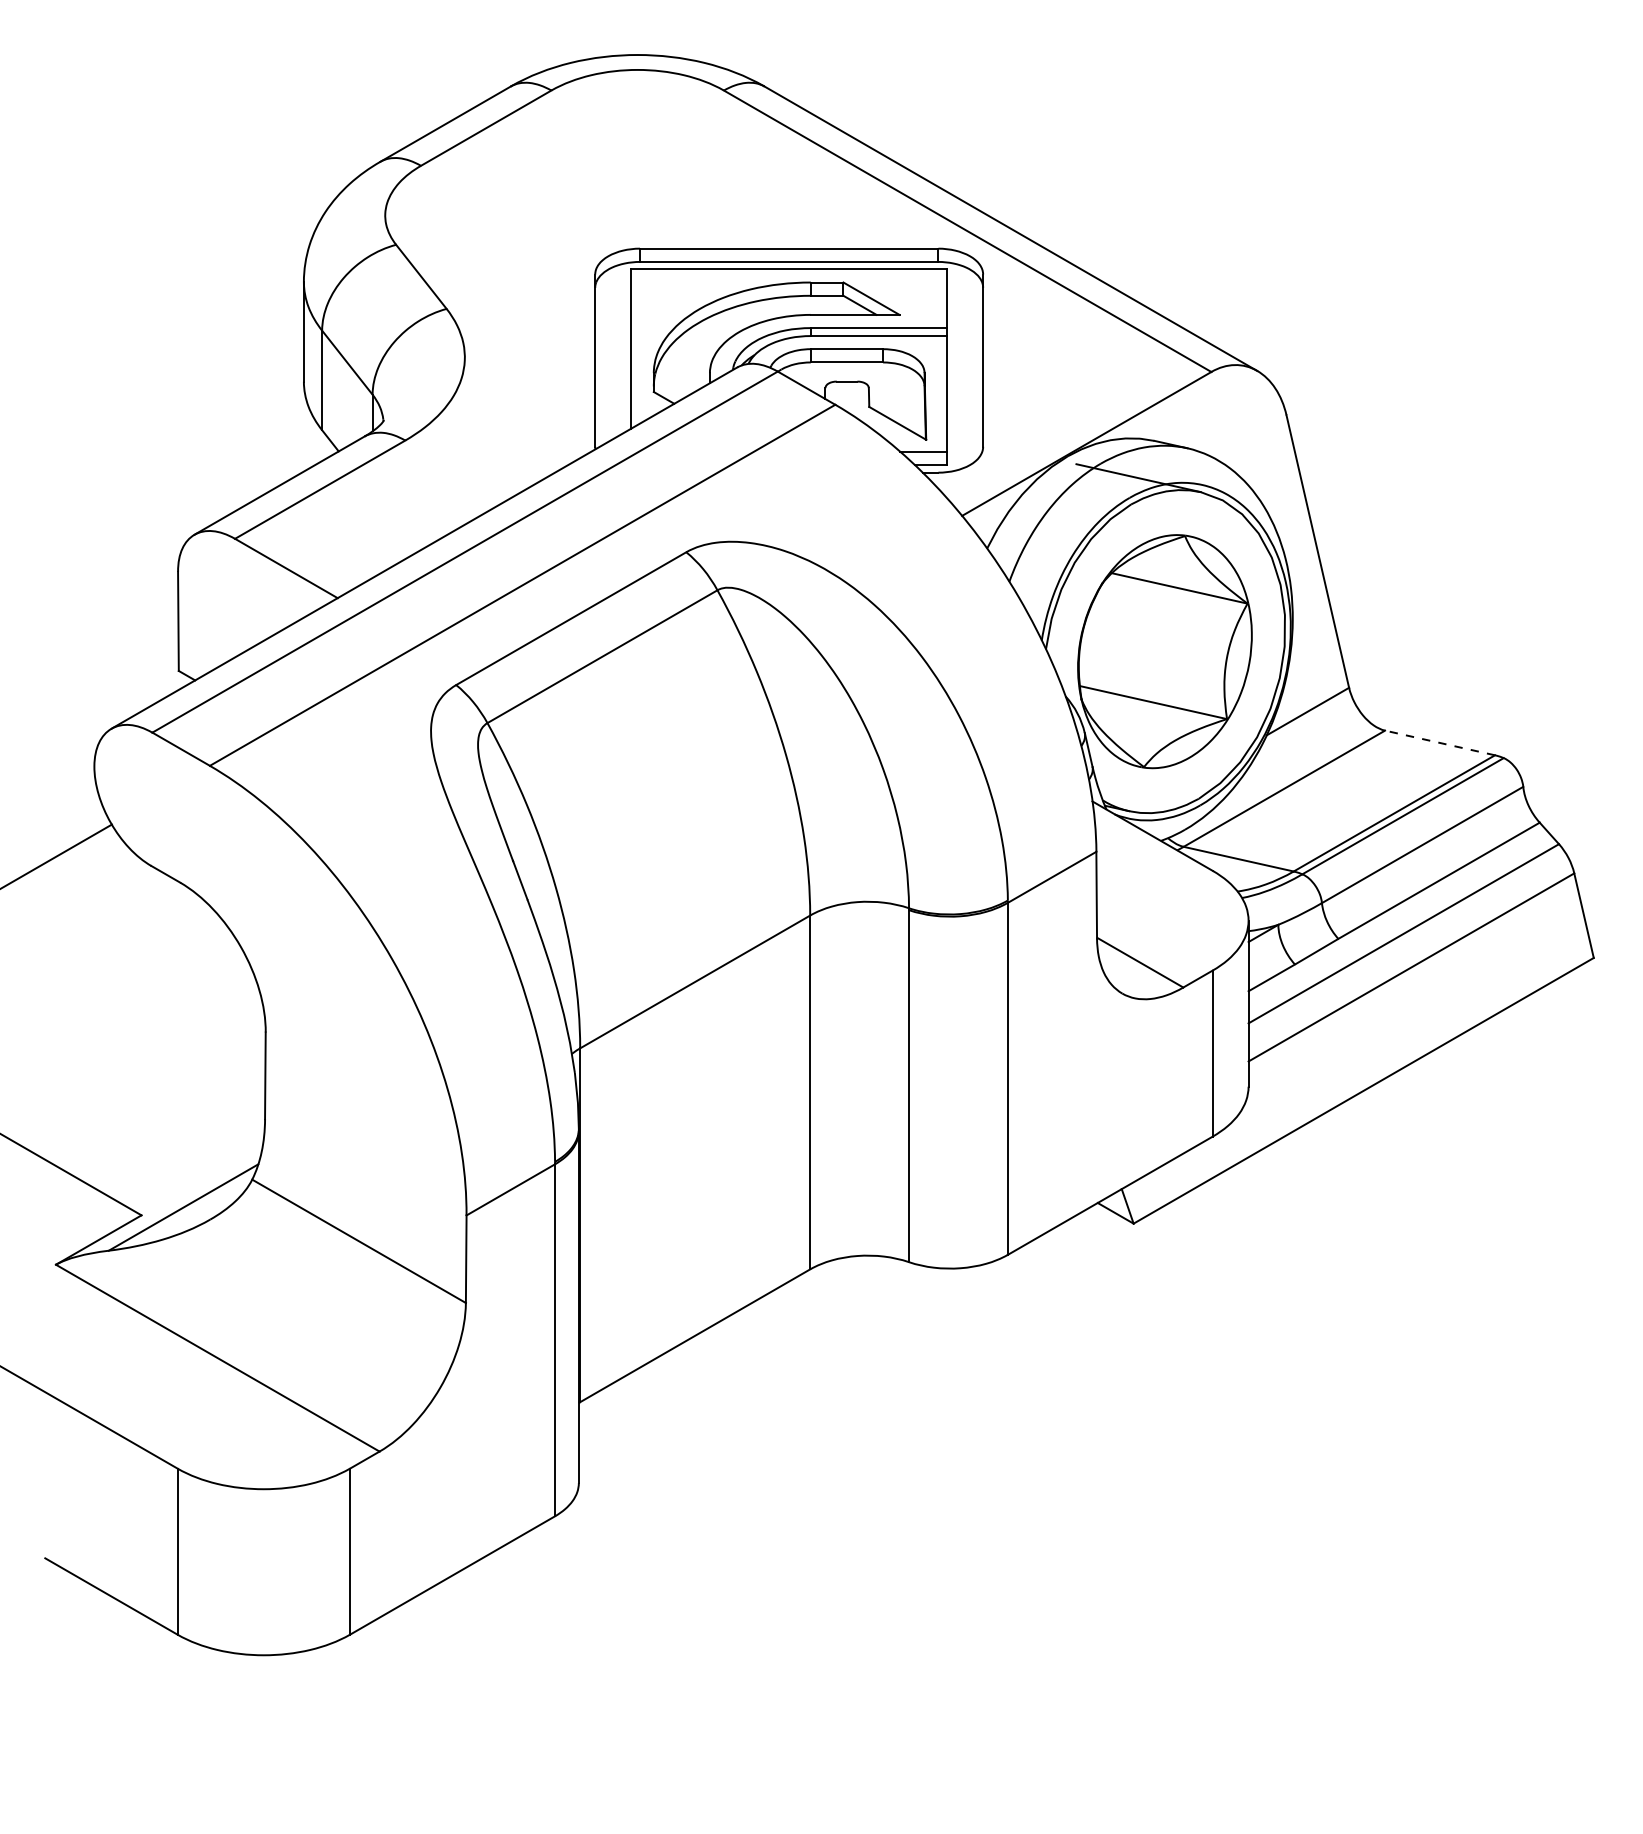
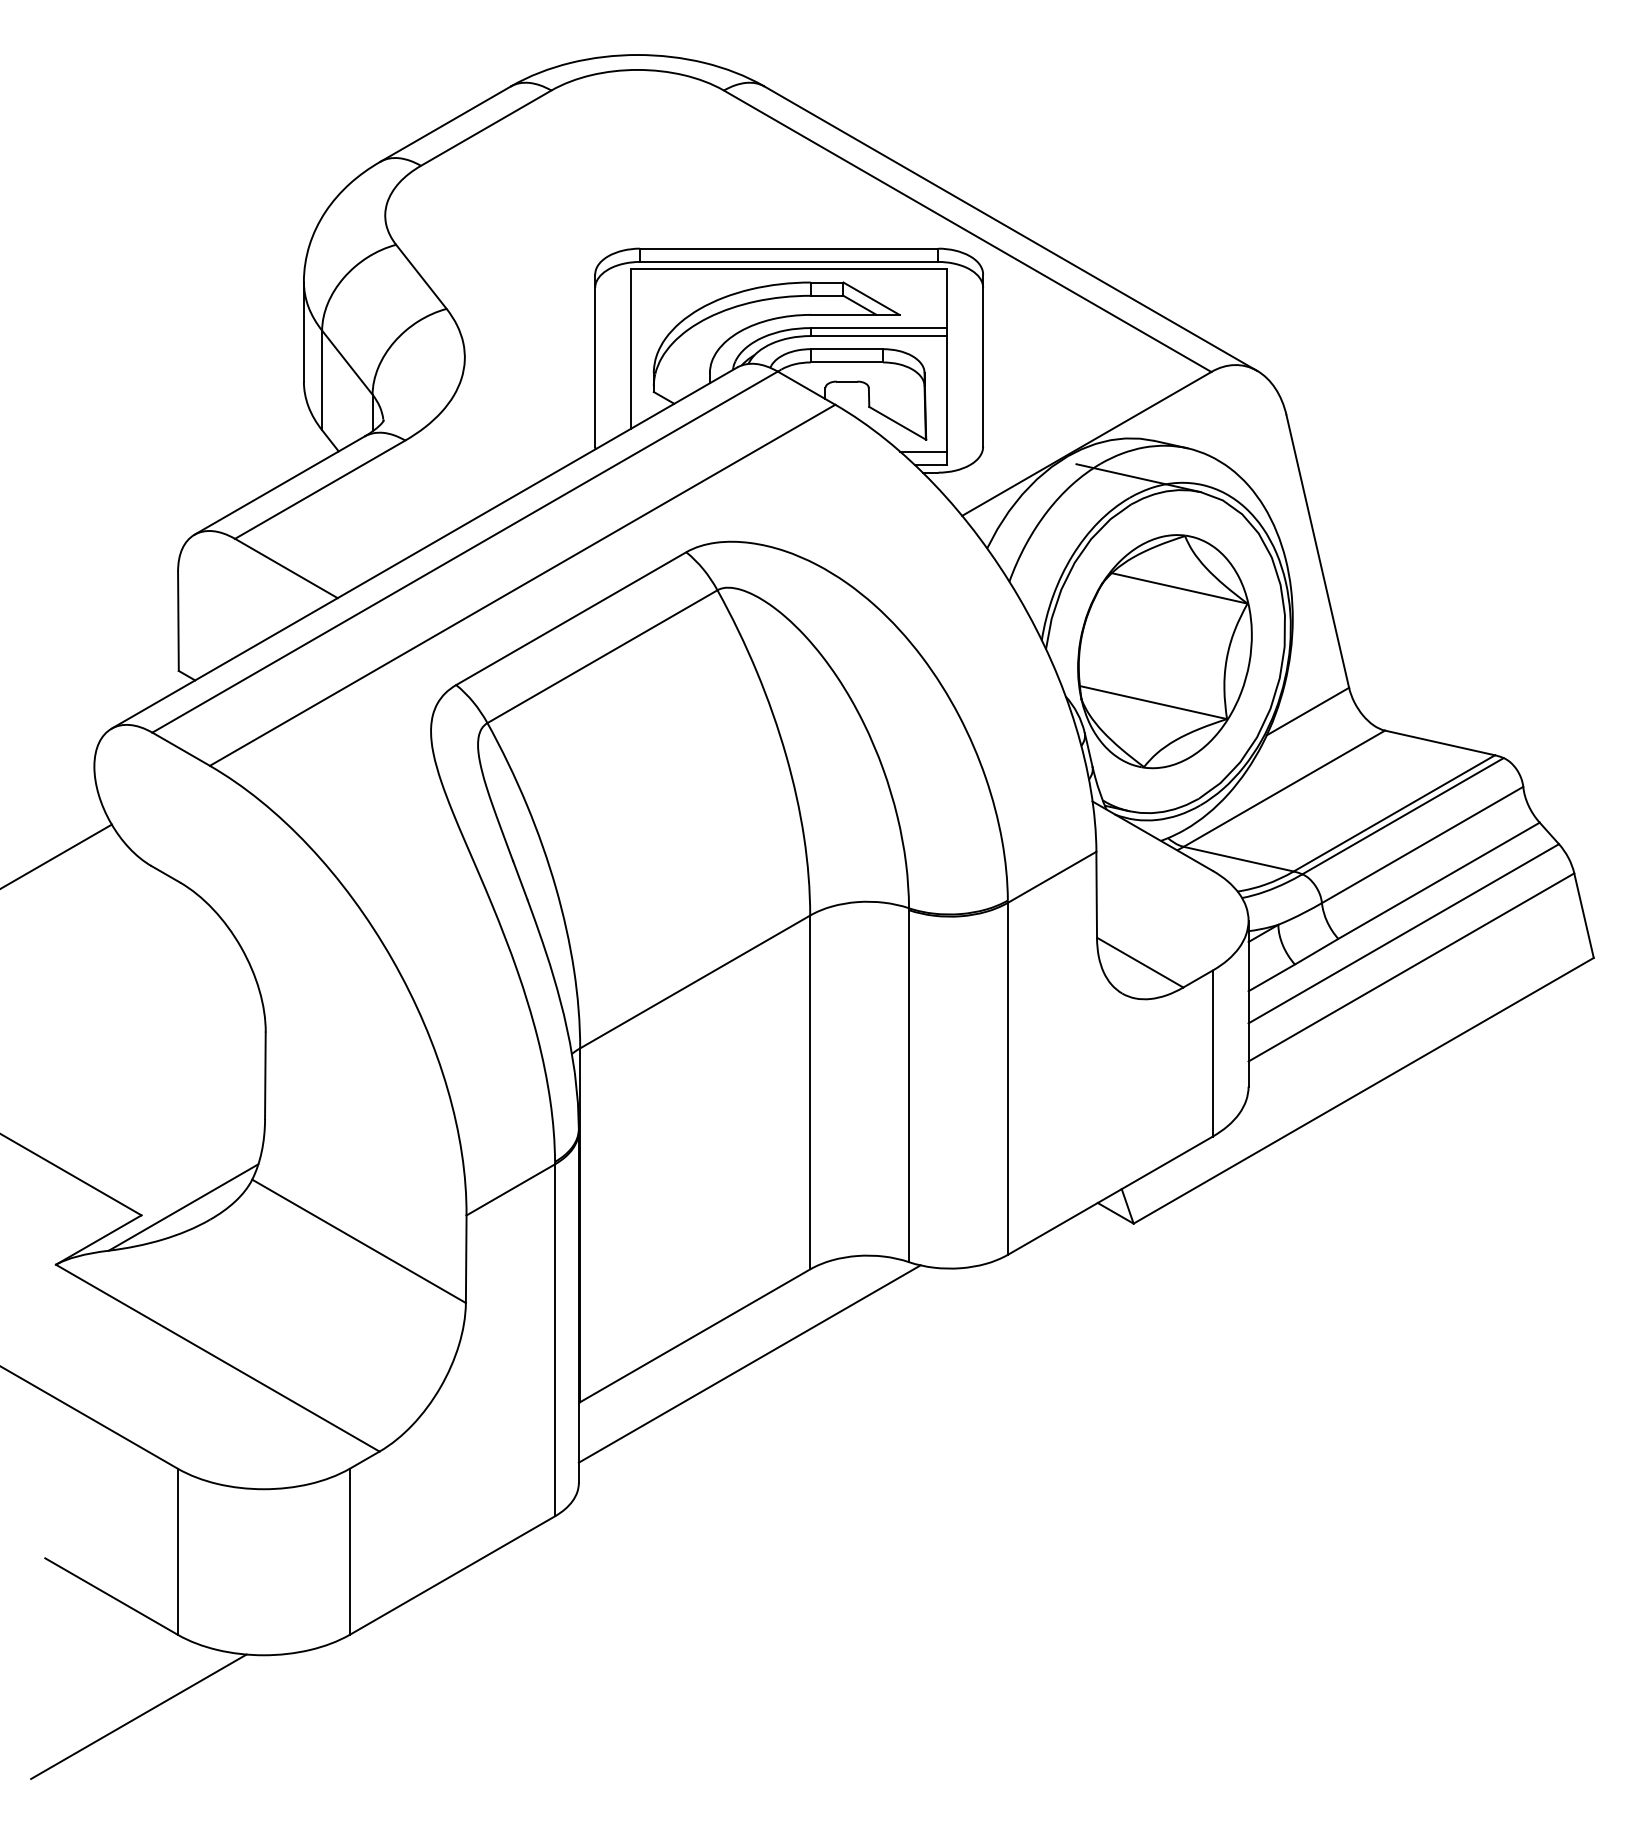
line at (1439, 742): dashed -> solid
line at (749, 1363): none -> present
line at (138, 1716): none -> present
